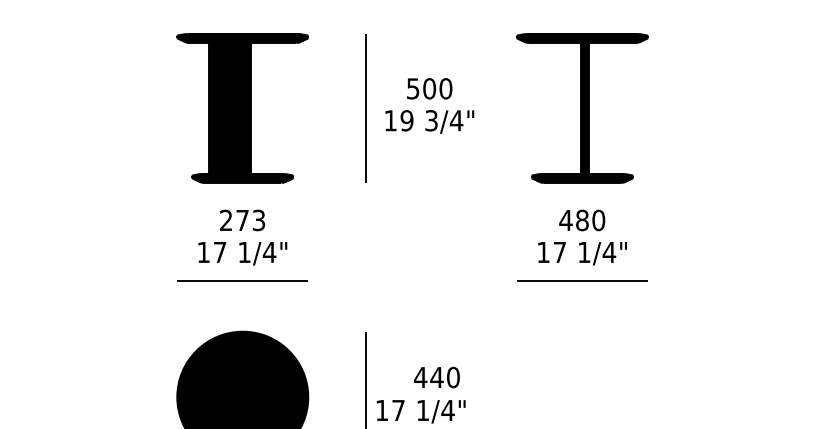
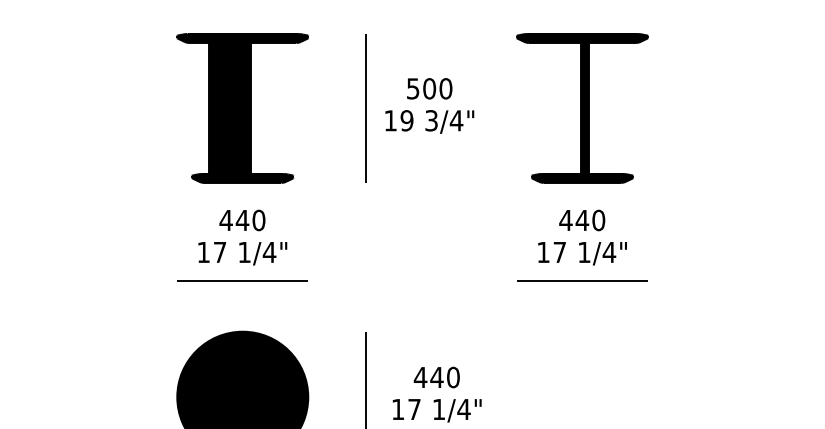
text at (242, 220): 273 -> 440
text at (582, 220): 480 -> 440
text at (420, 411) position: (420, 411) -> (436, 410)
